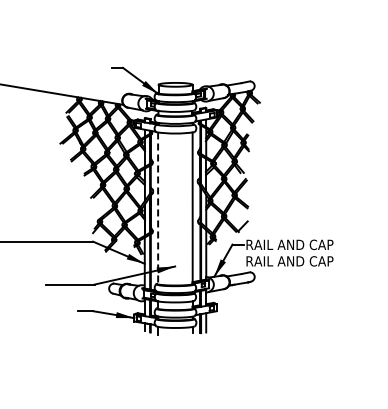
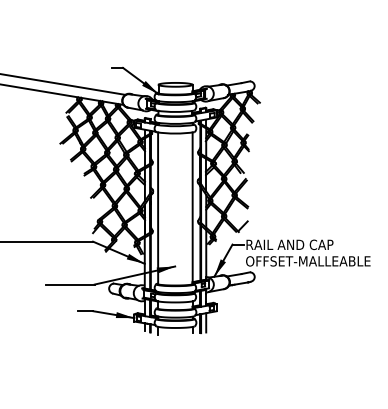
line at (63, 84): none -> present
line at (158, 209): dashed -> solid
text at (308, 261): RAIL AND CAP -> OFFSET-MALLEABLE
